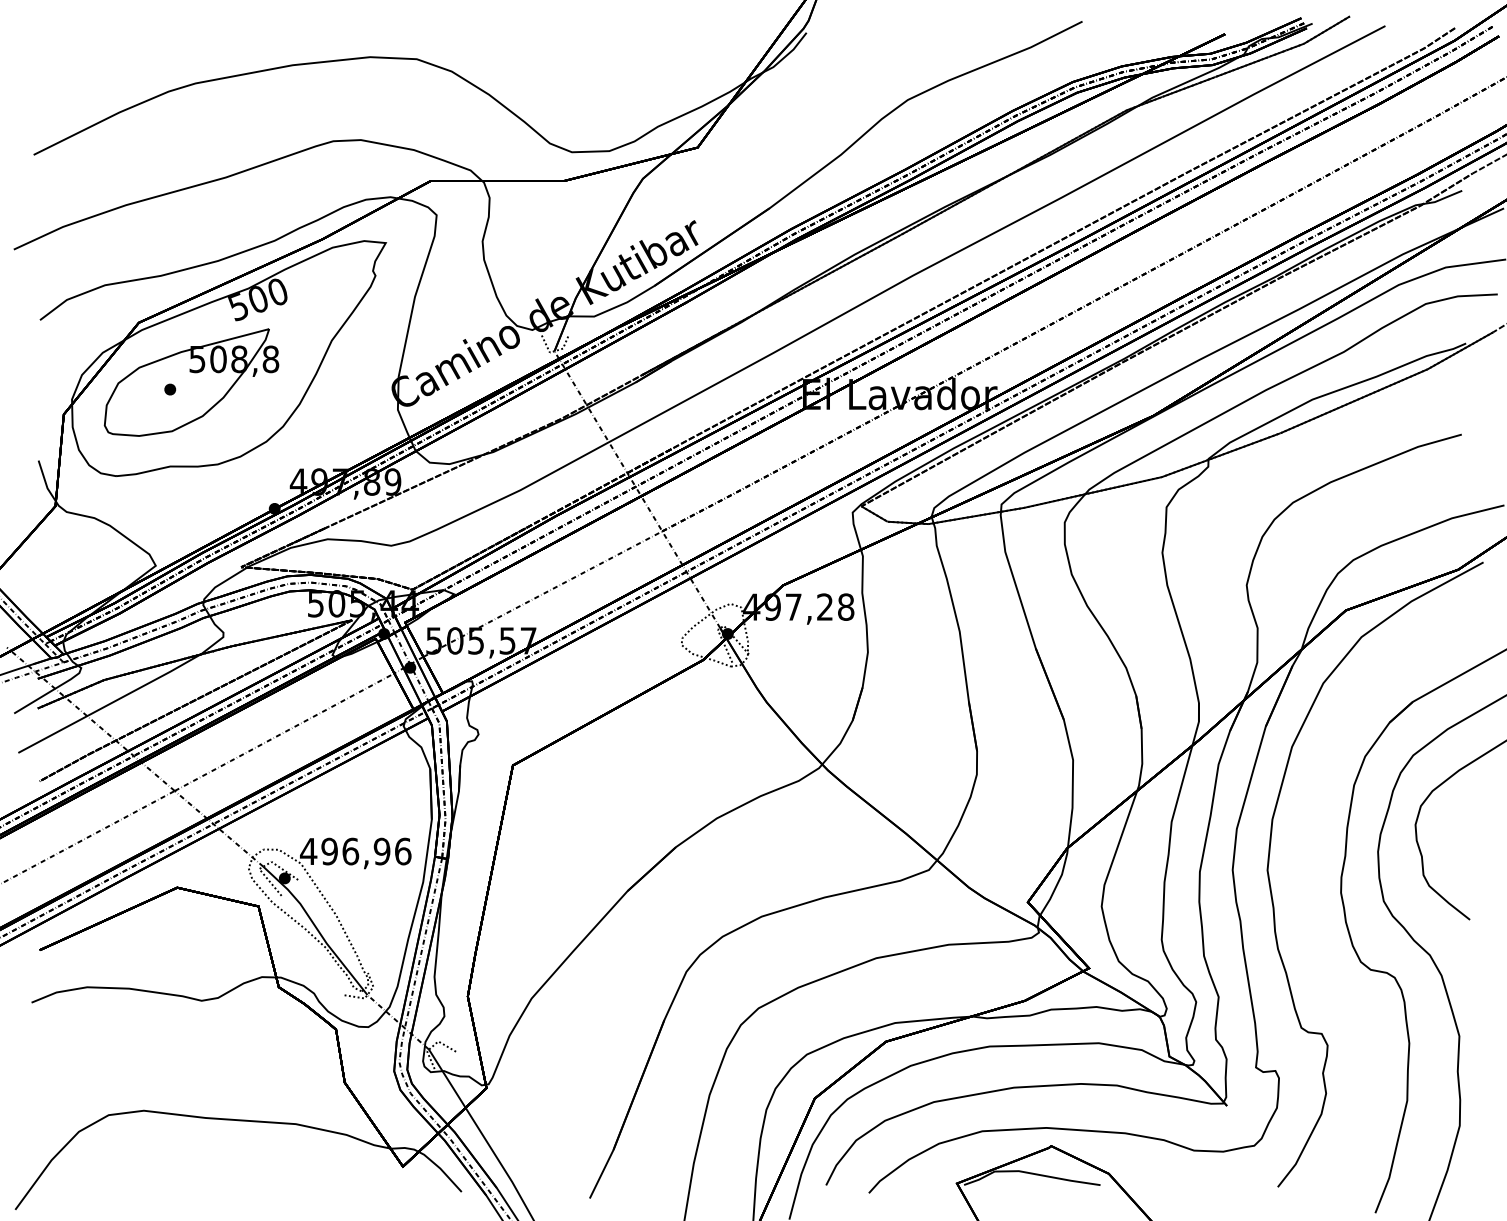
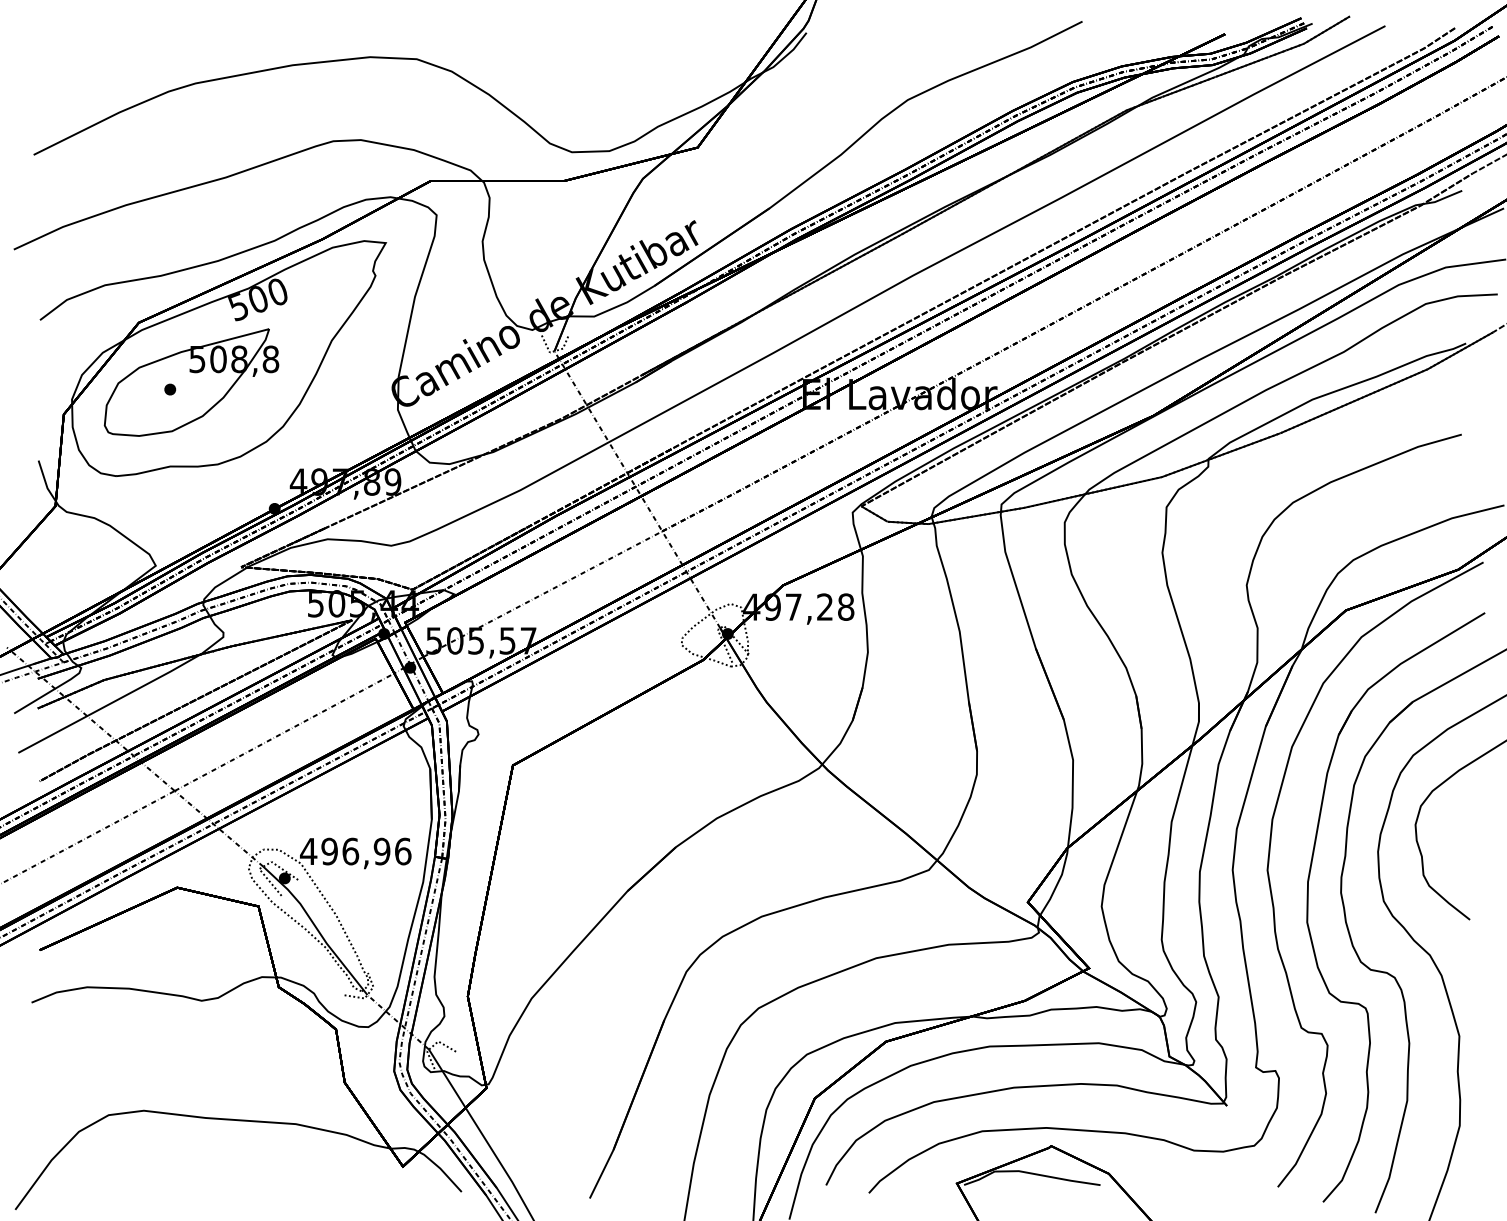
part at (1308, 907): none -> present
